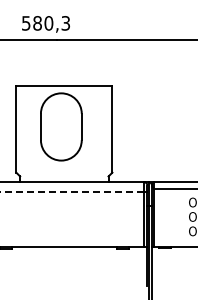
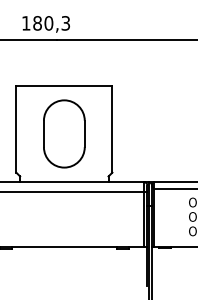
text at (26, 23): 580,3 -> 180,3
part at (61, 126) position: (61, 126) -> (64, 133)
line at (72, 191): dashed -> solid
